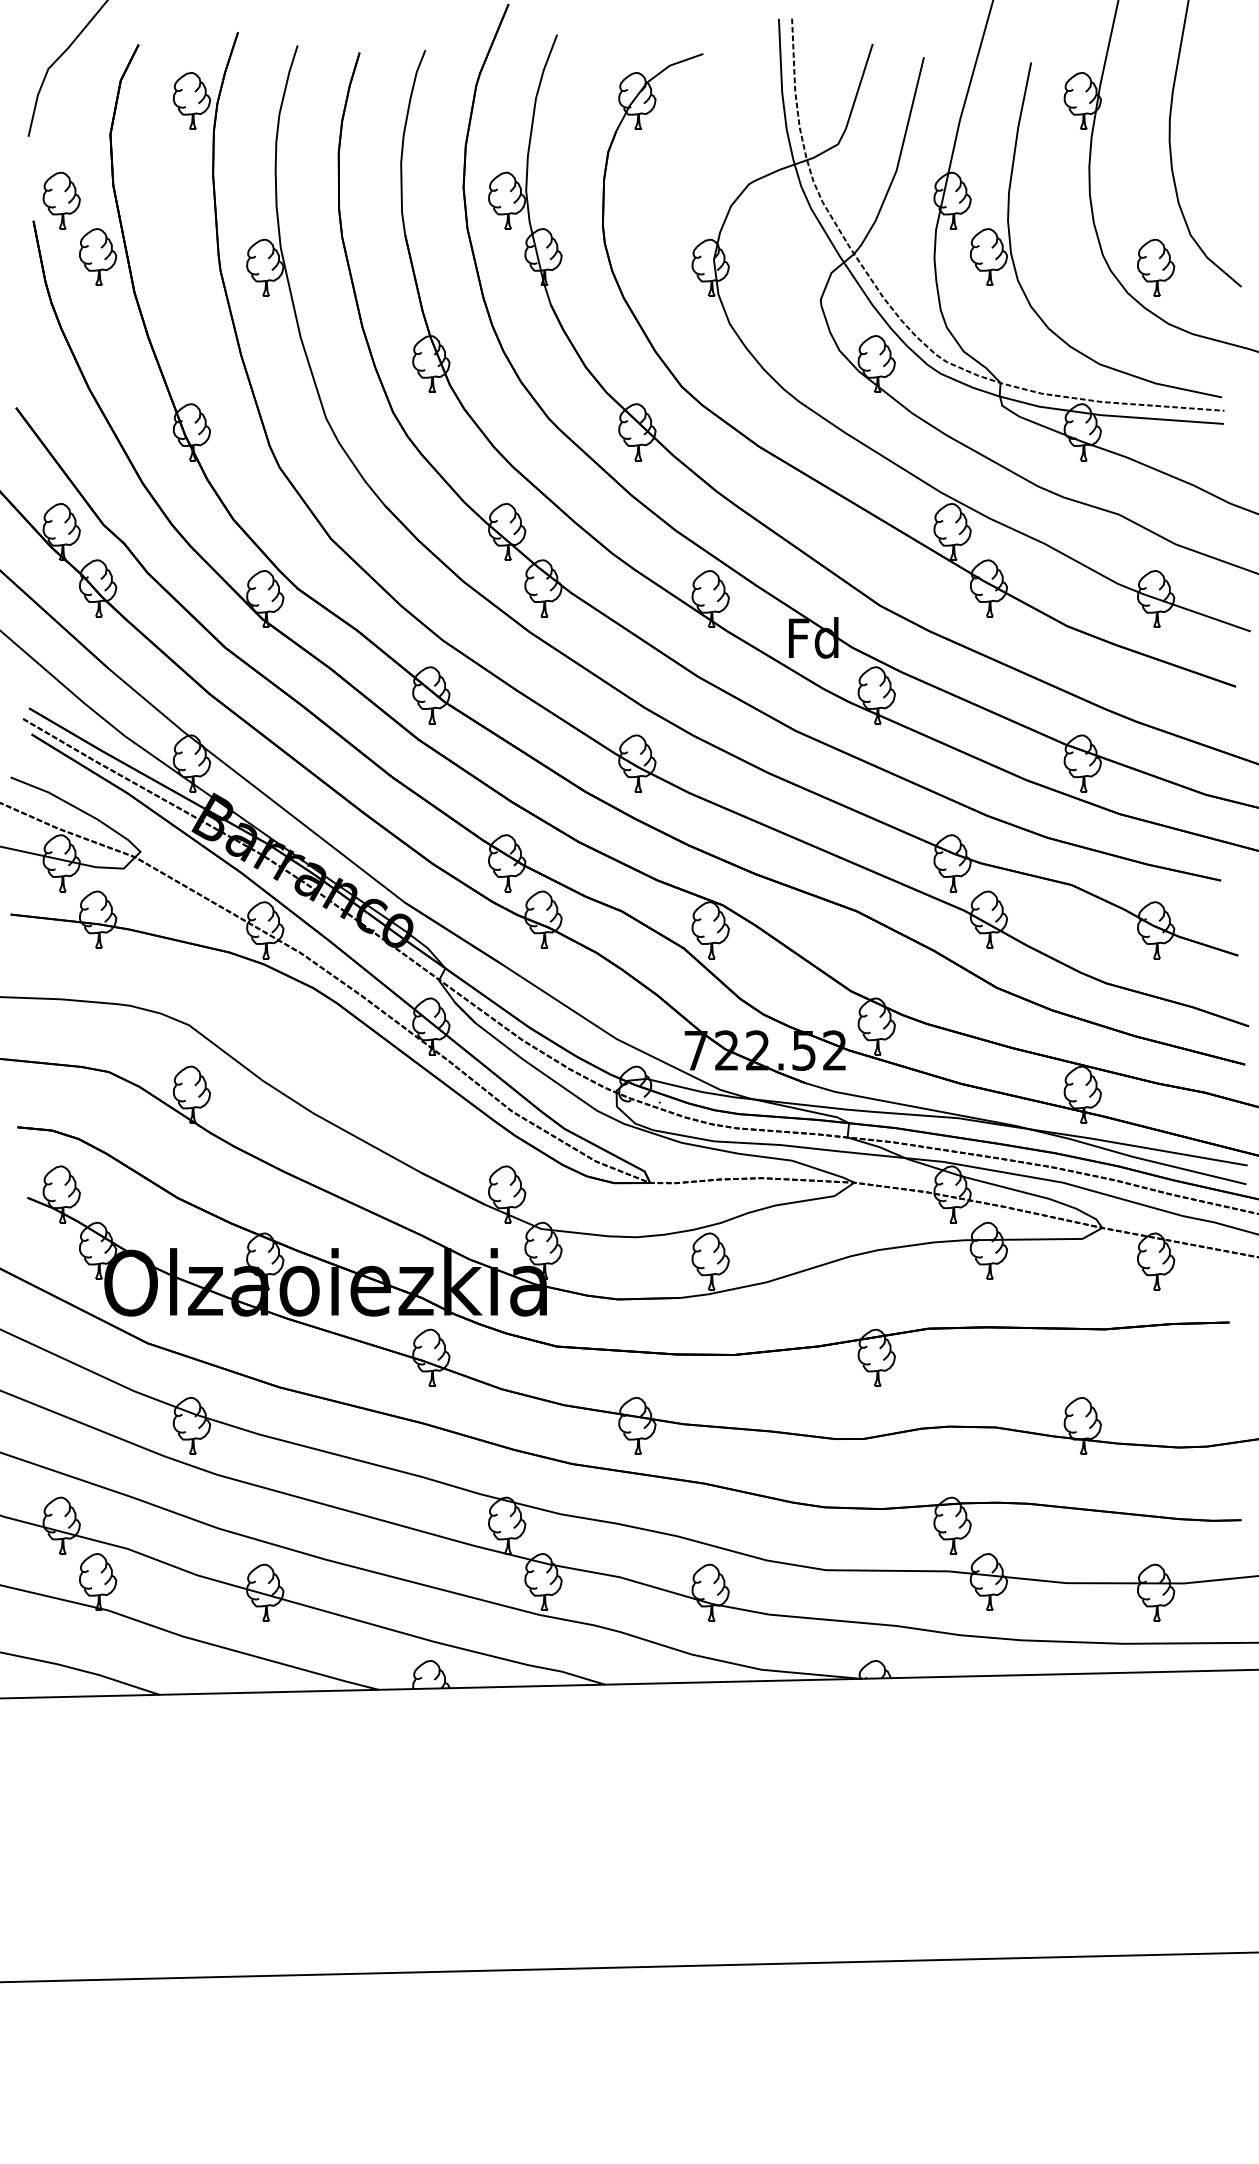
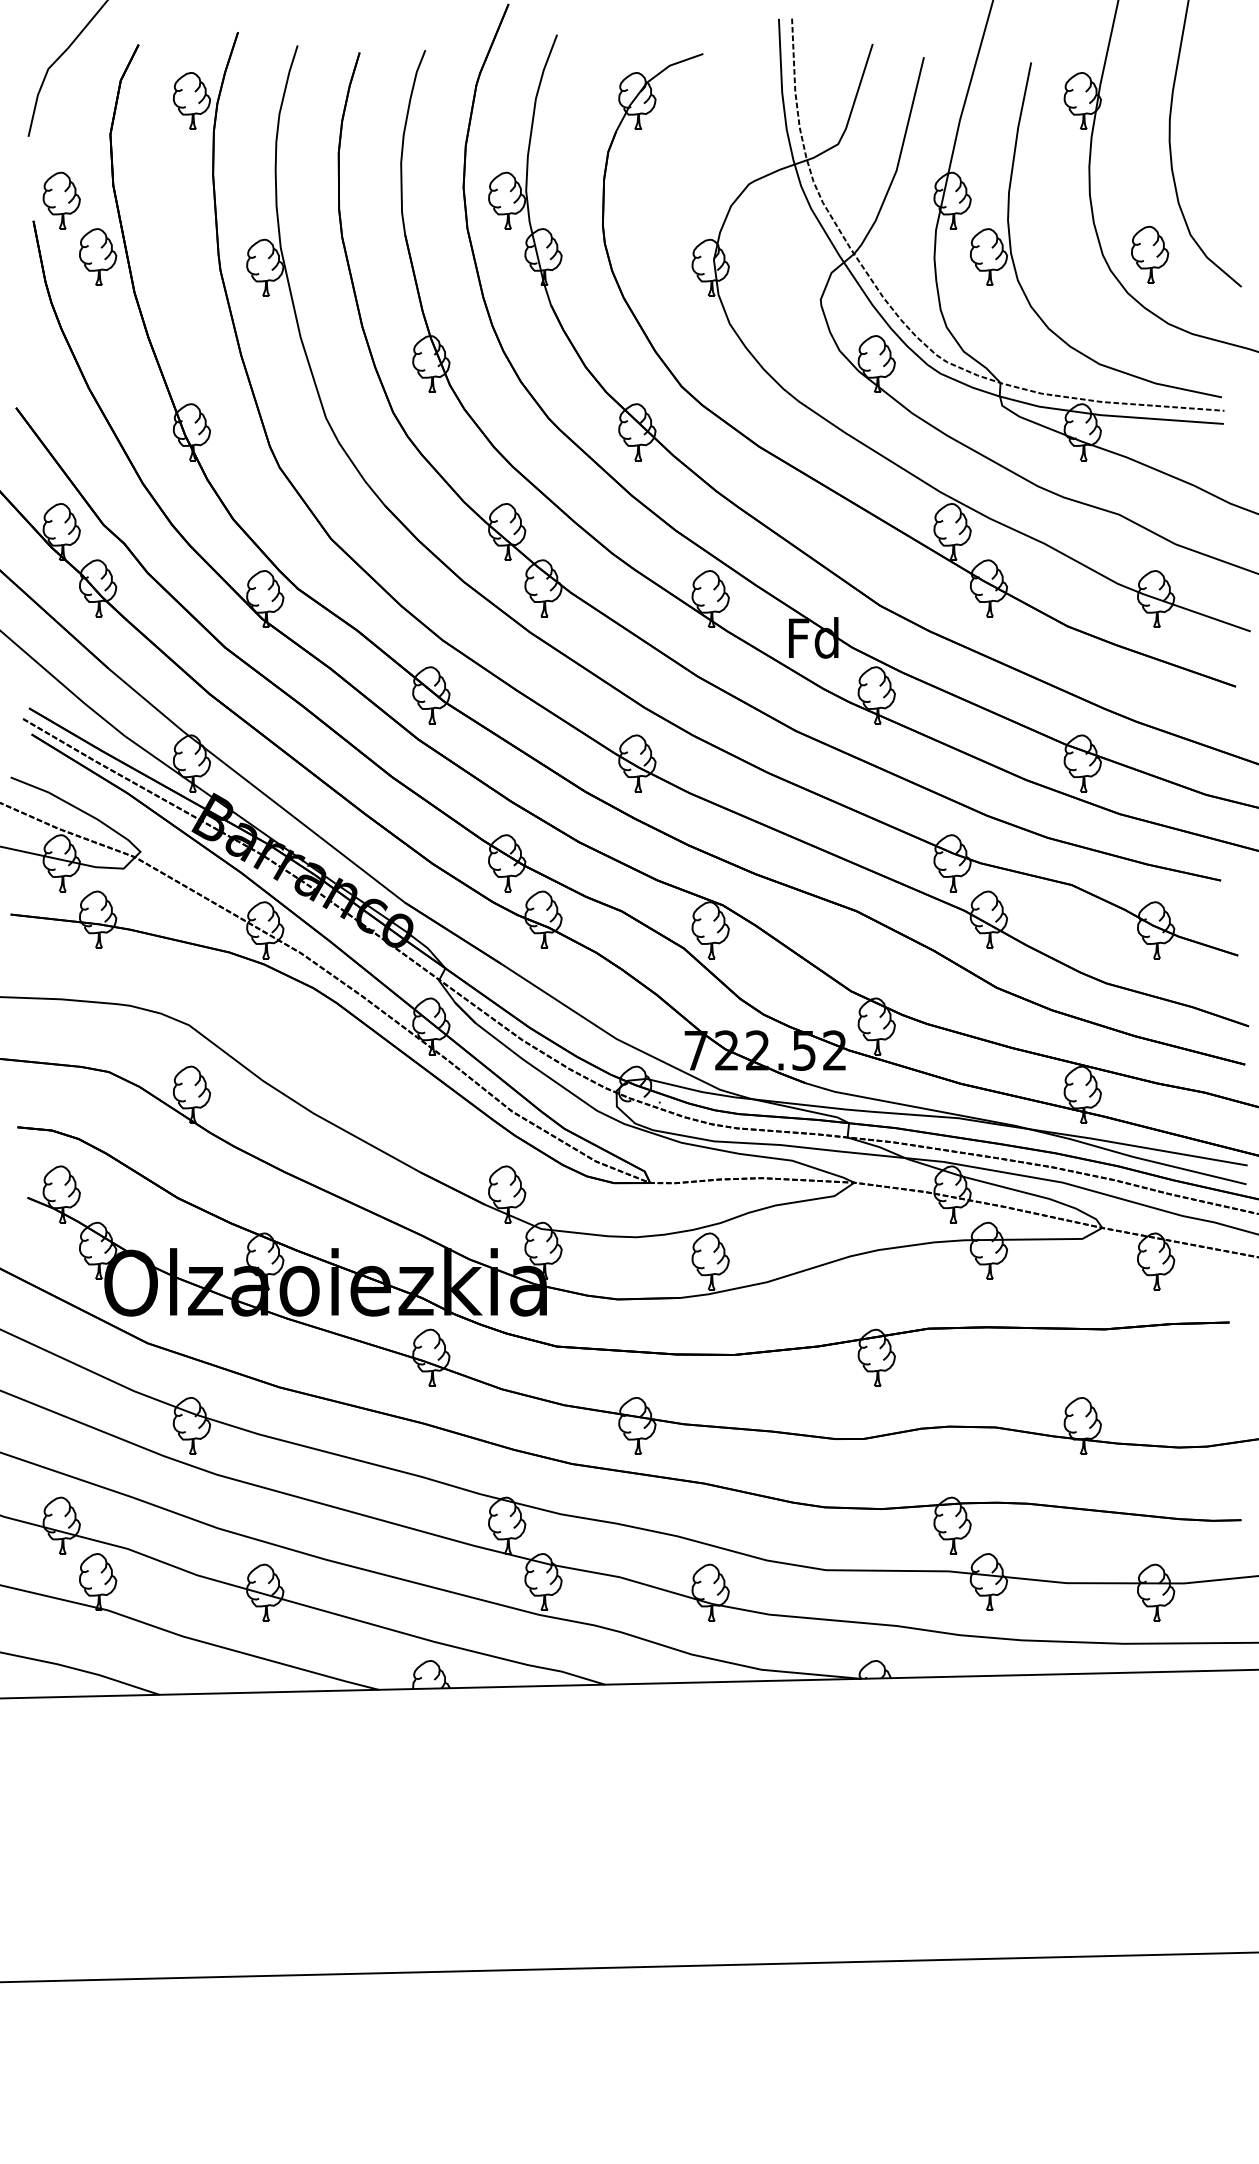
part at (1156, 267) position: (1156, 267) -> (1150, 254)
